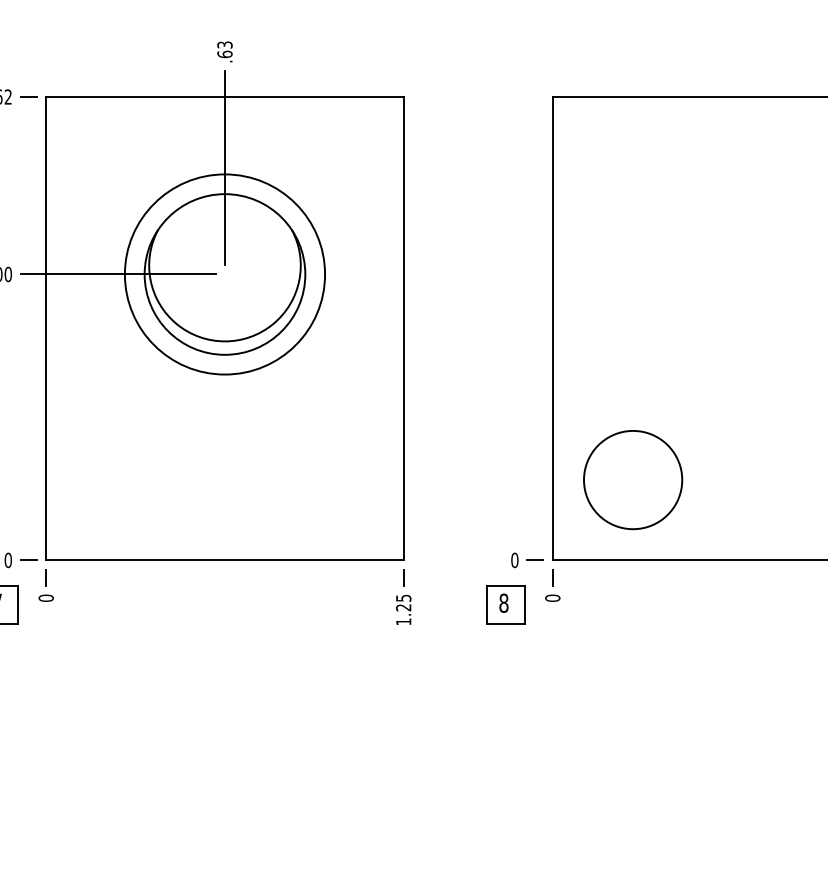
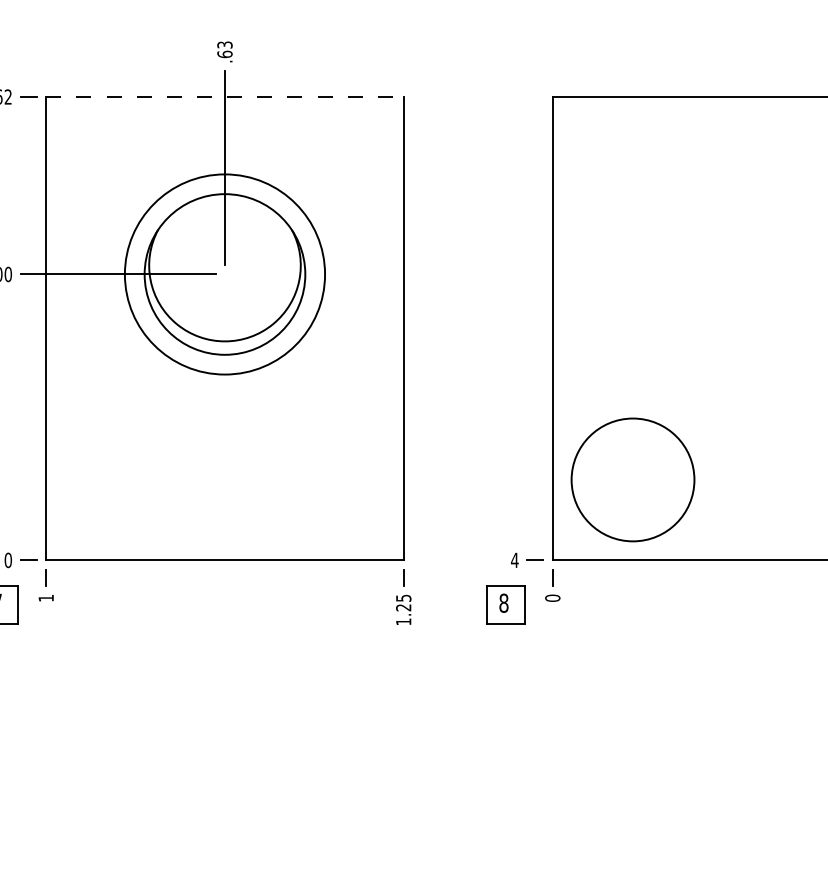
line at (224, 97): solid -> dashed
circle at (633, 480) size: 101x101 px -> 126x126 px
text at (514, 560): 0 -> 4
text at (45, 597): 0 -> 1
